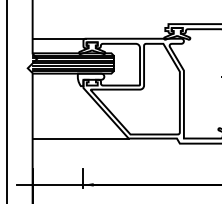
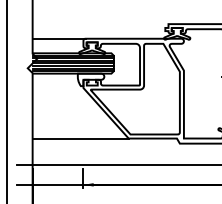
line at (117, 164): none -> present
